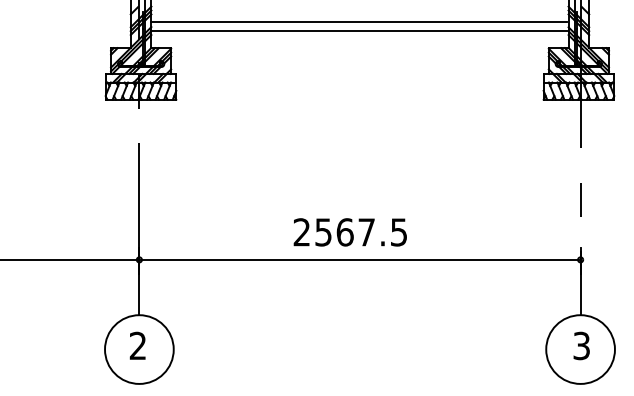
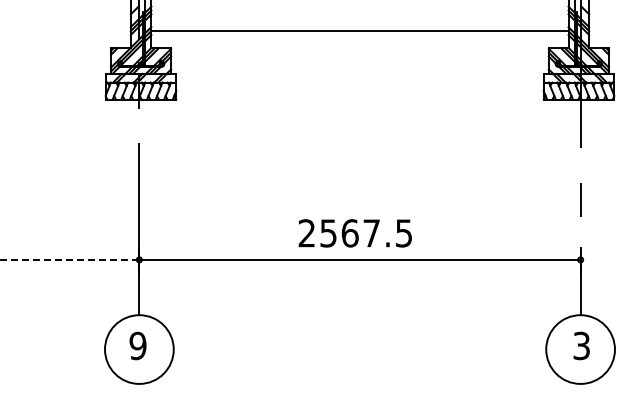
line at (358, 22): present -> none
text at (349, 232) position: (349, 232) -> (354, 233)
line at (69, 259): solid -> dashed
text at (137, 345): 2 -> 9
